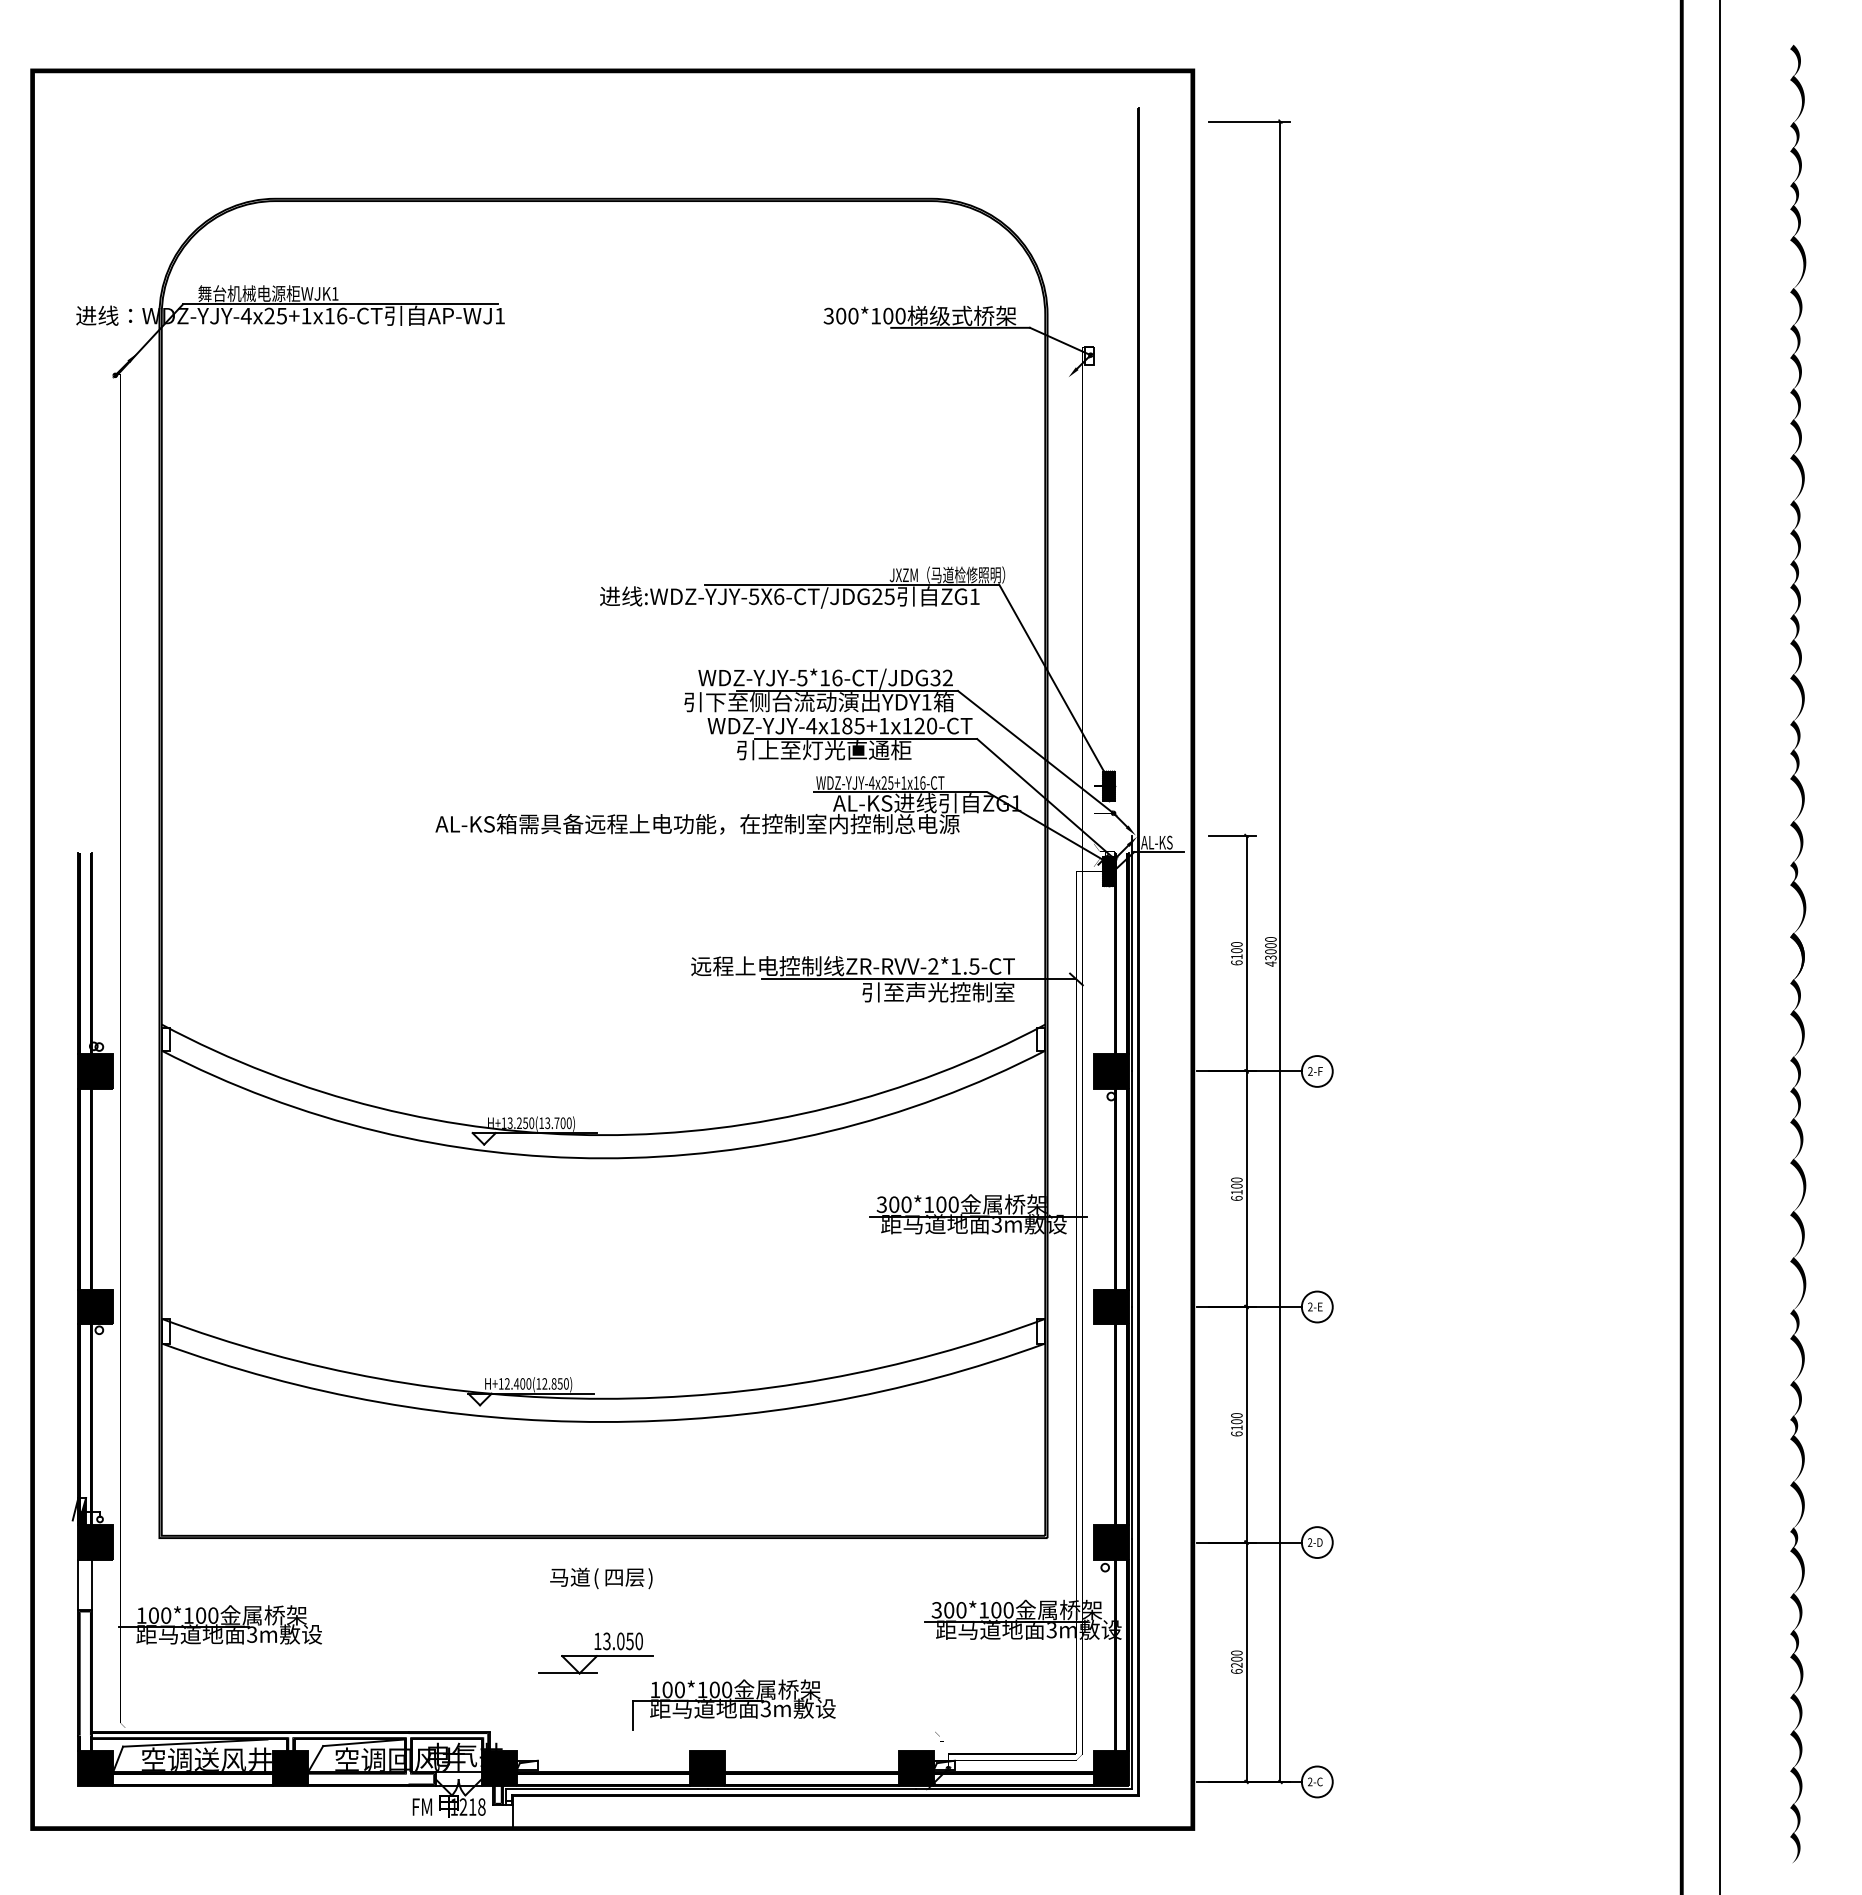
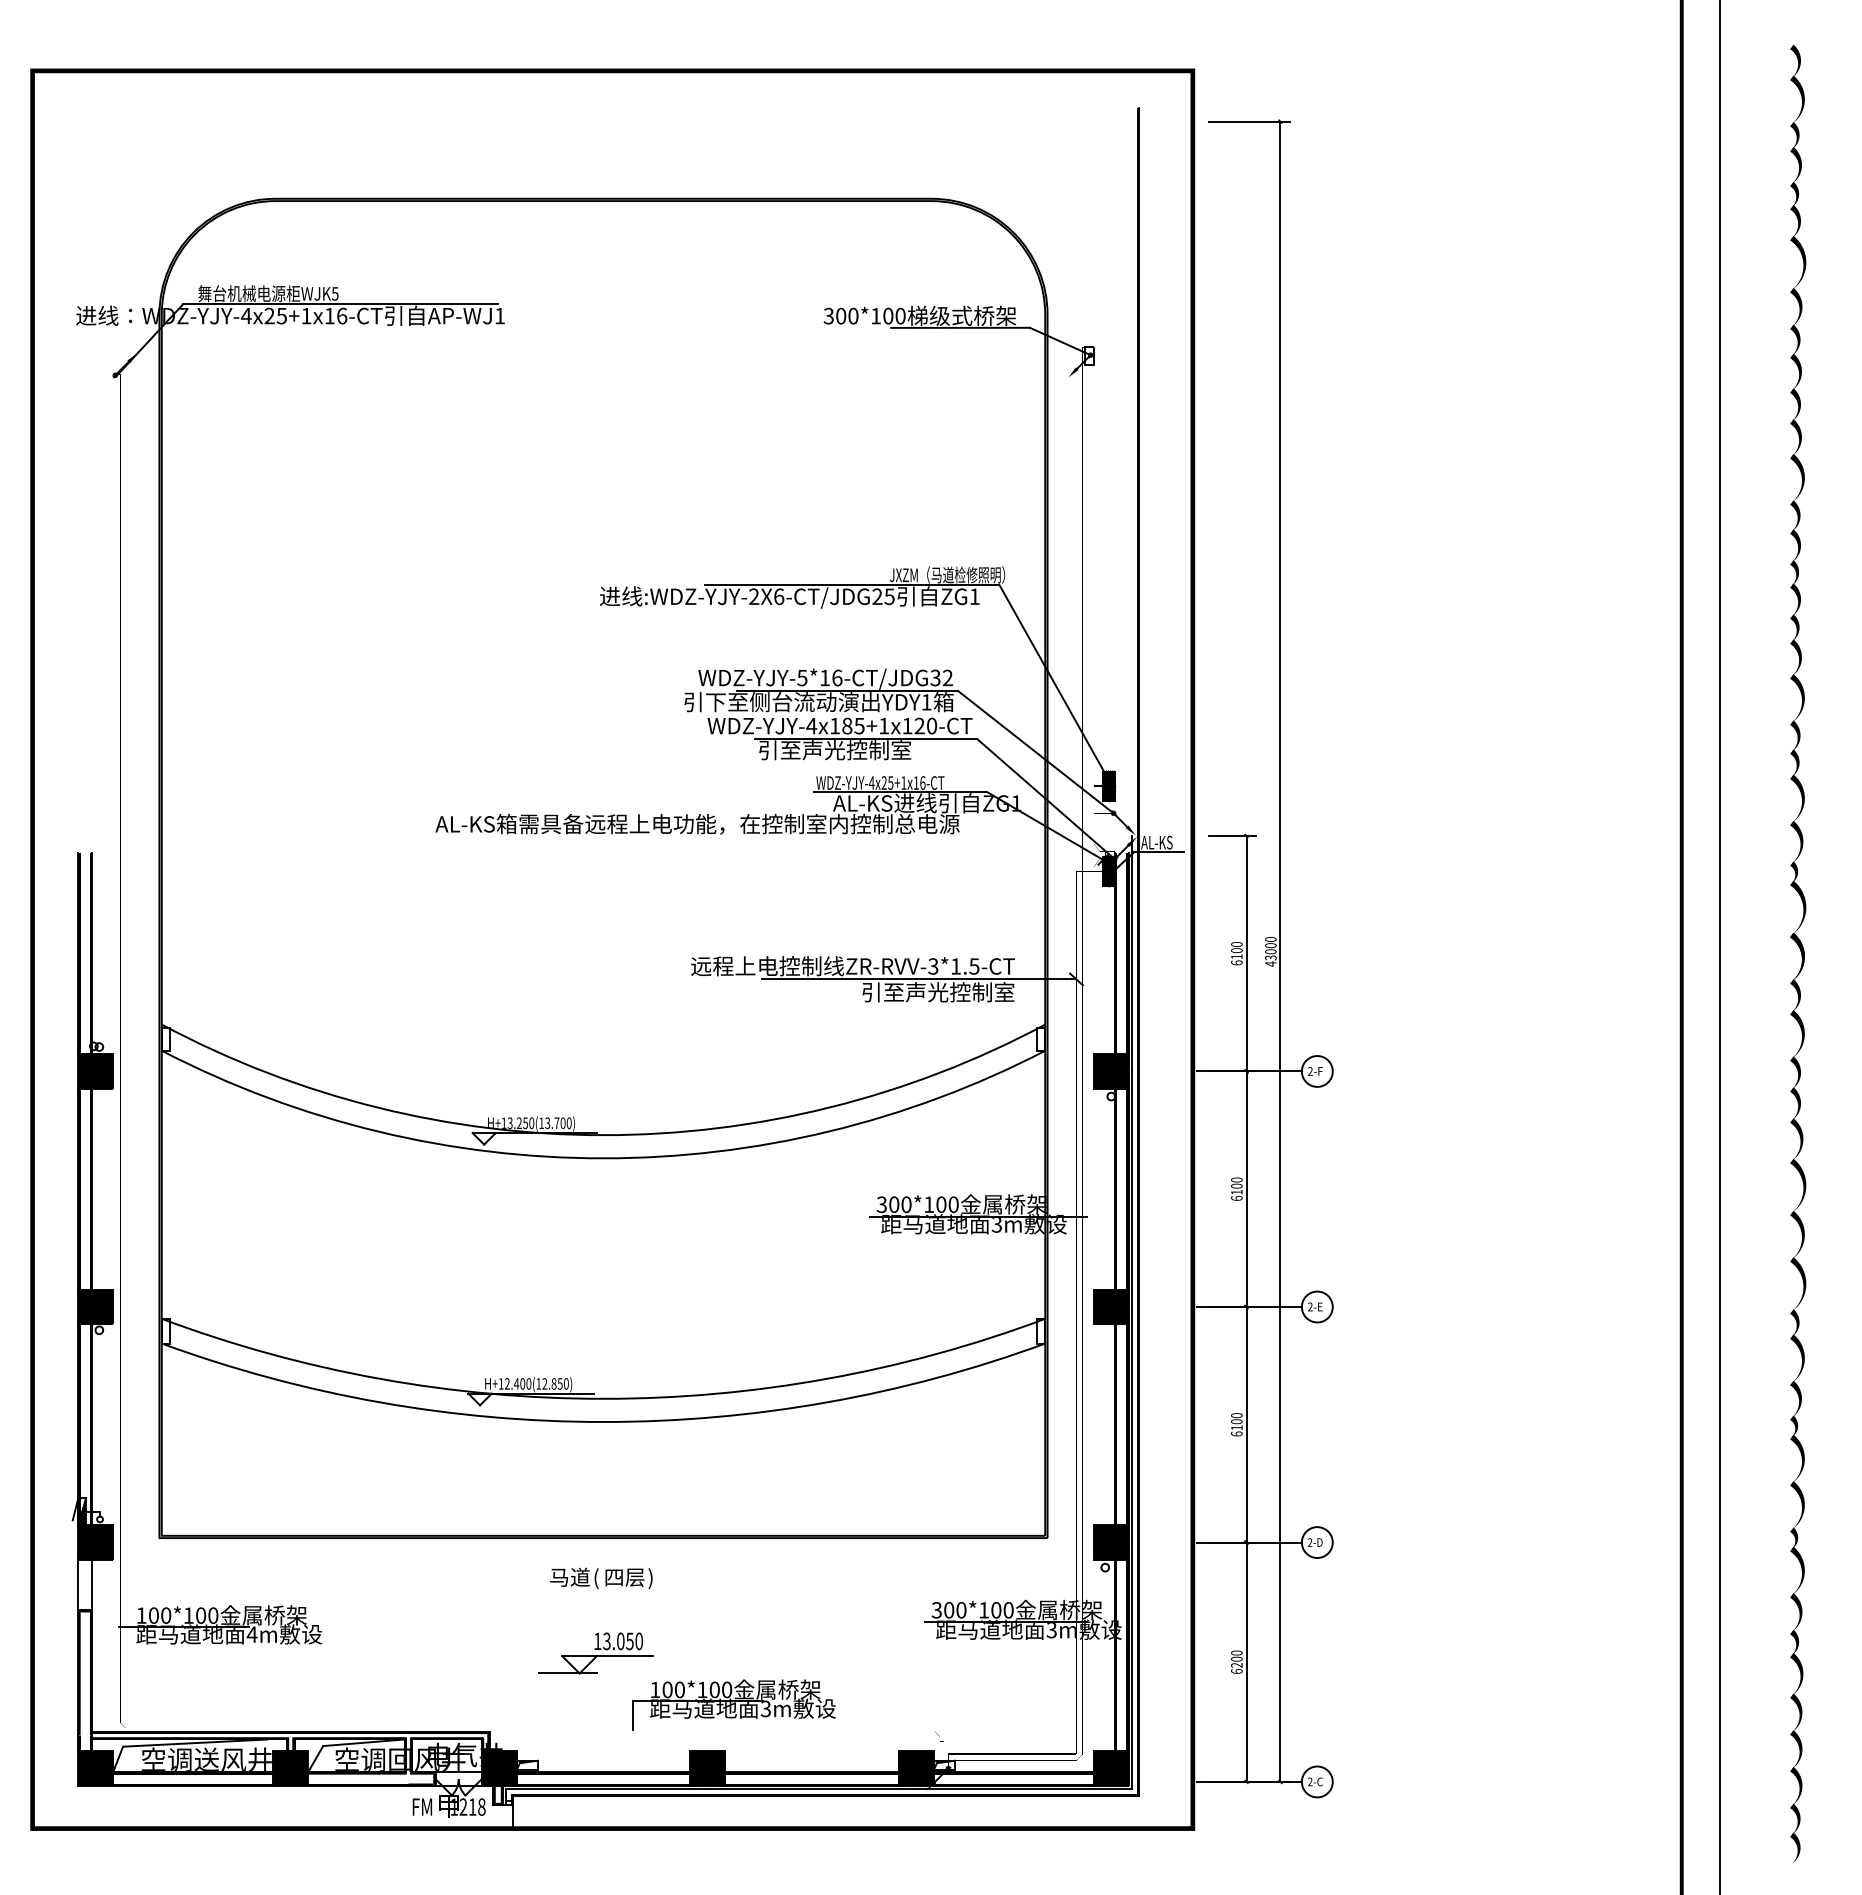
text at (334, 293): WJK1 -> WJK5
text at (754, 596): :WDZ-YJY-5X6-CT/JDG25 -> :WDZ-YJY-2X6-CT/JDG25
text at (824, 750): 引上至灯光直通柜 -> 引至声光控制室
text at (933, 966): ZR-RVV-2*1.5-CT -> ZR-RVV-3*1.5-CT
text at (251, 1634): 3m -> 4m
